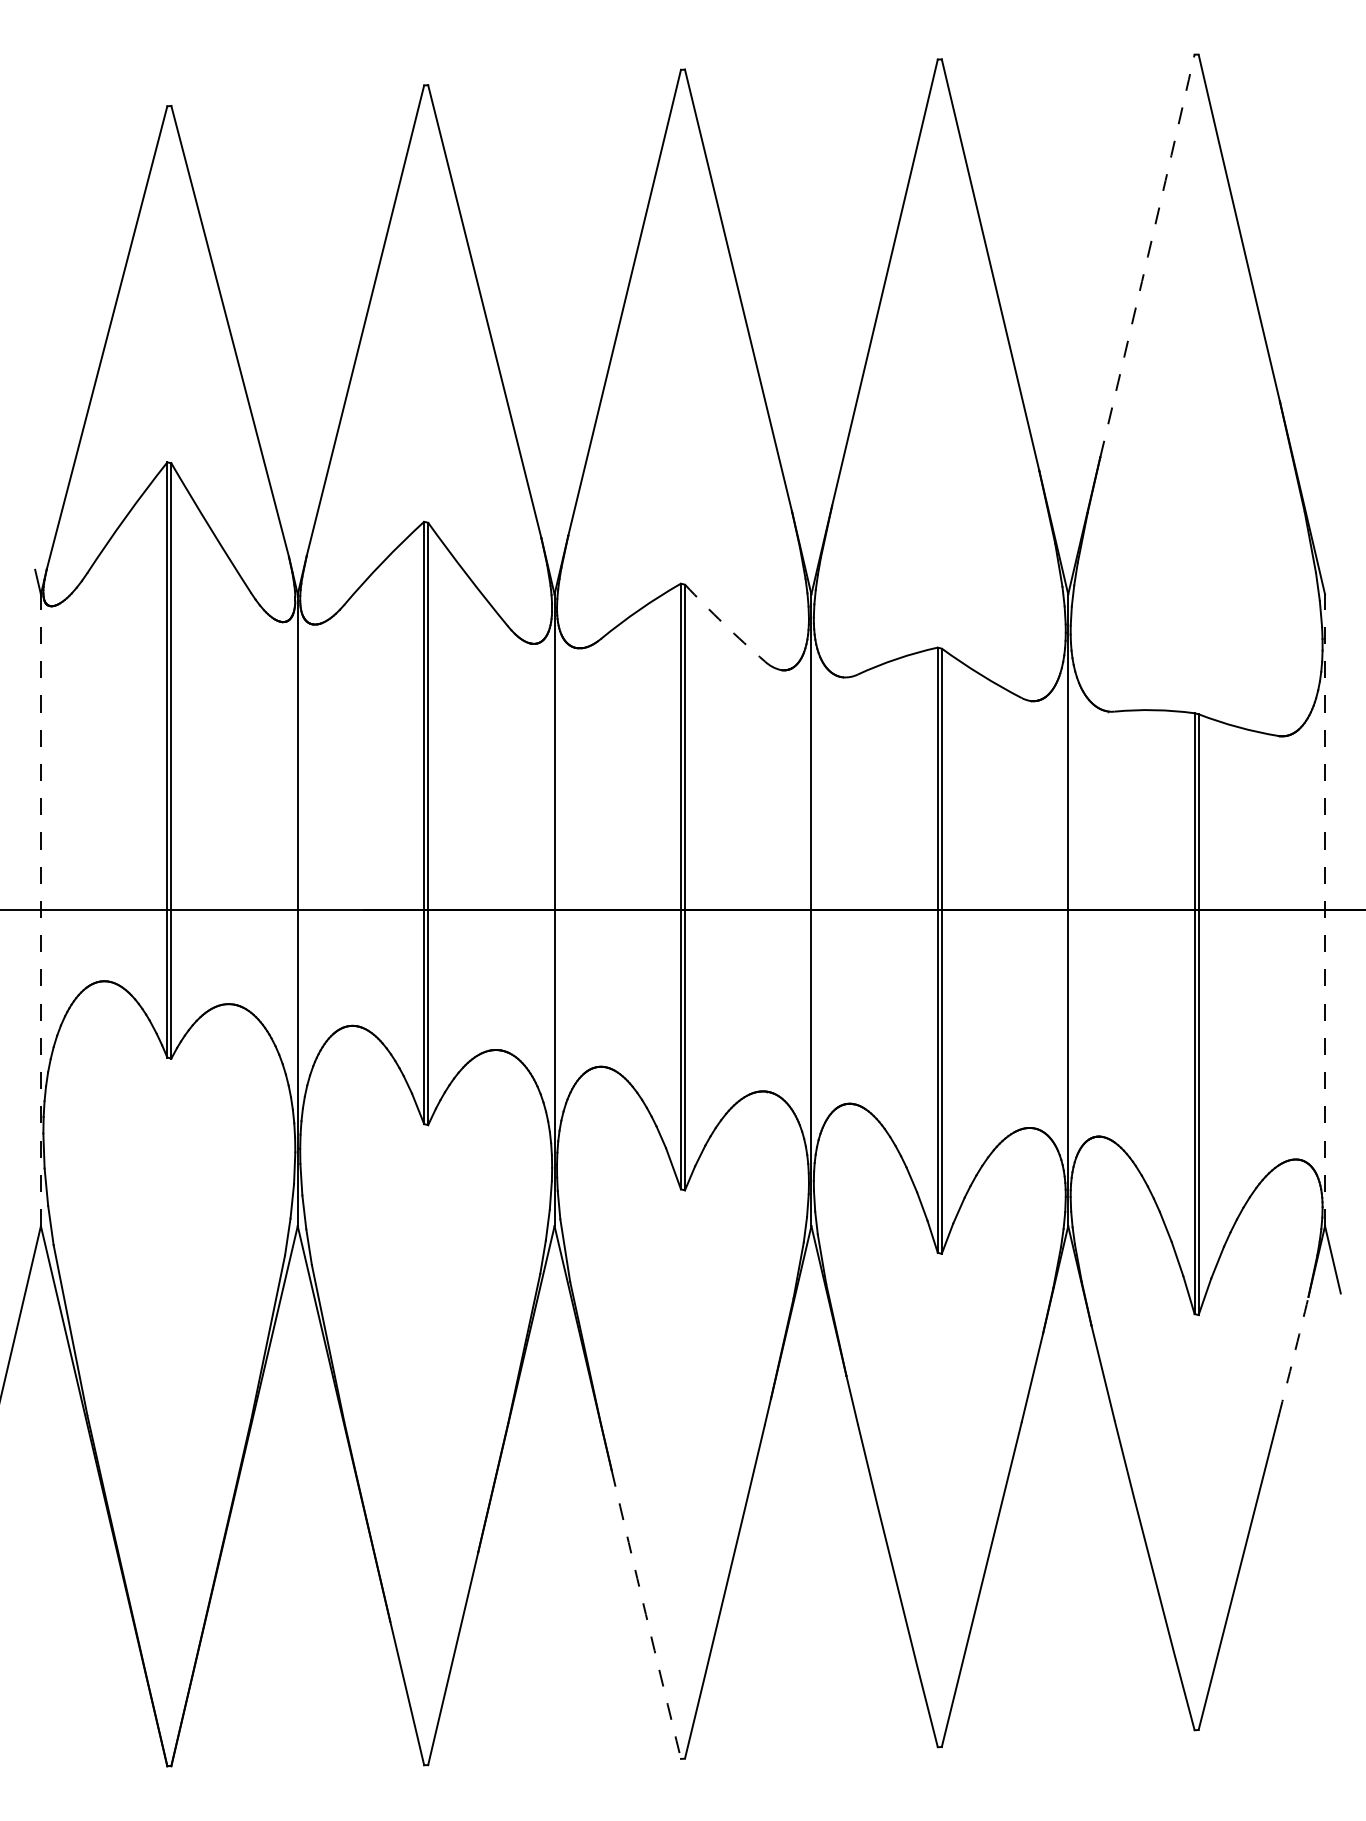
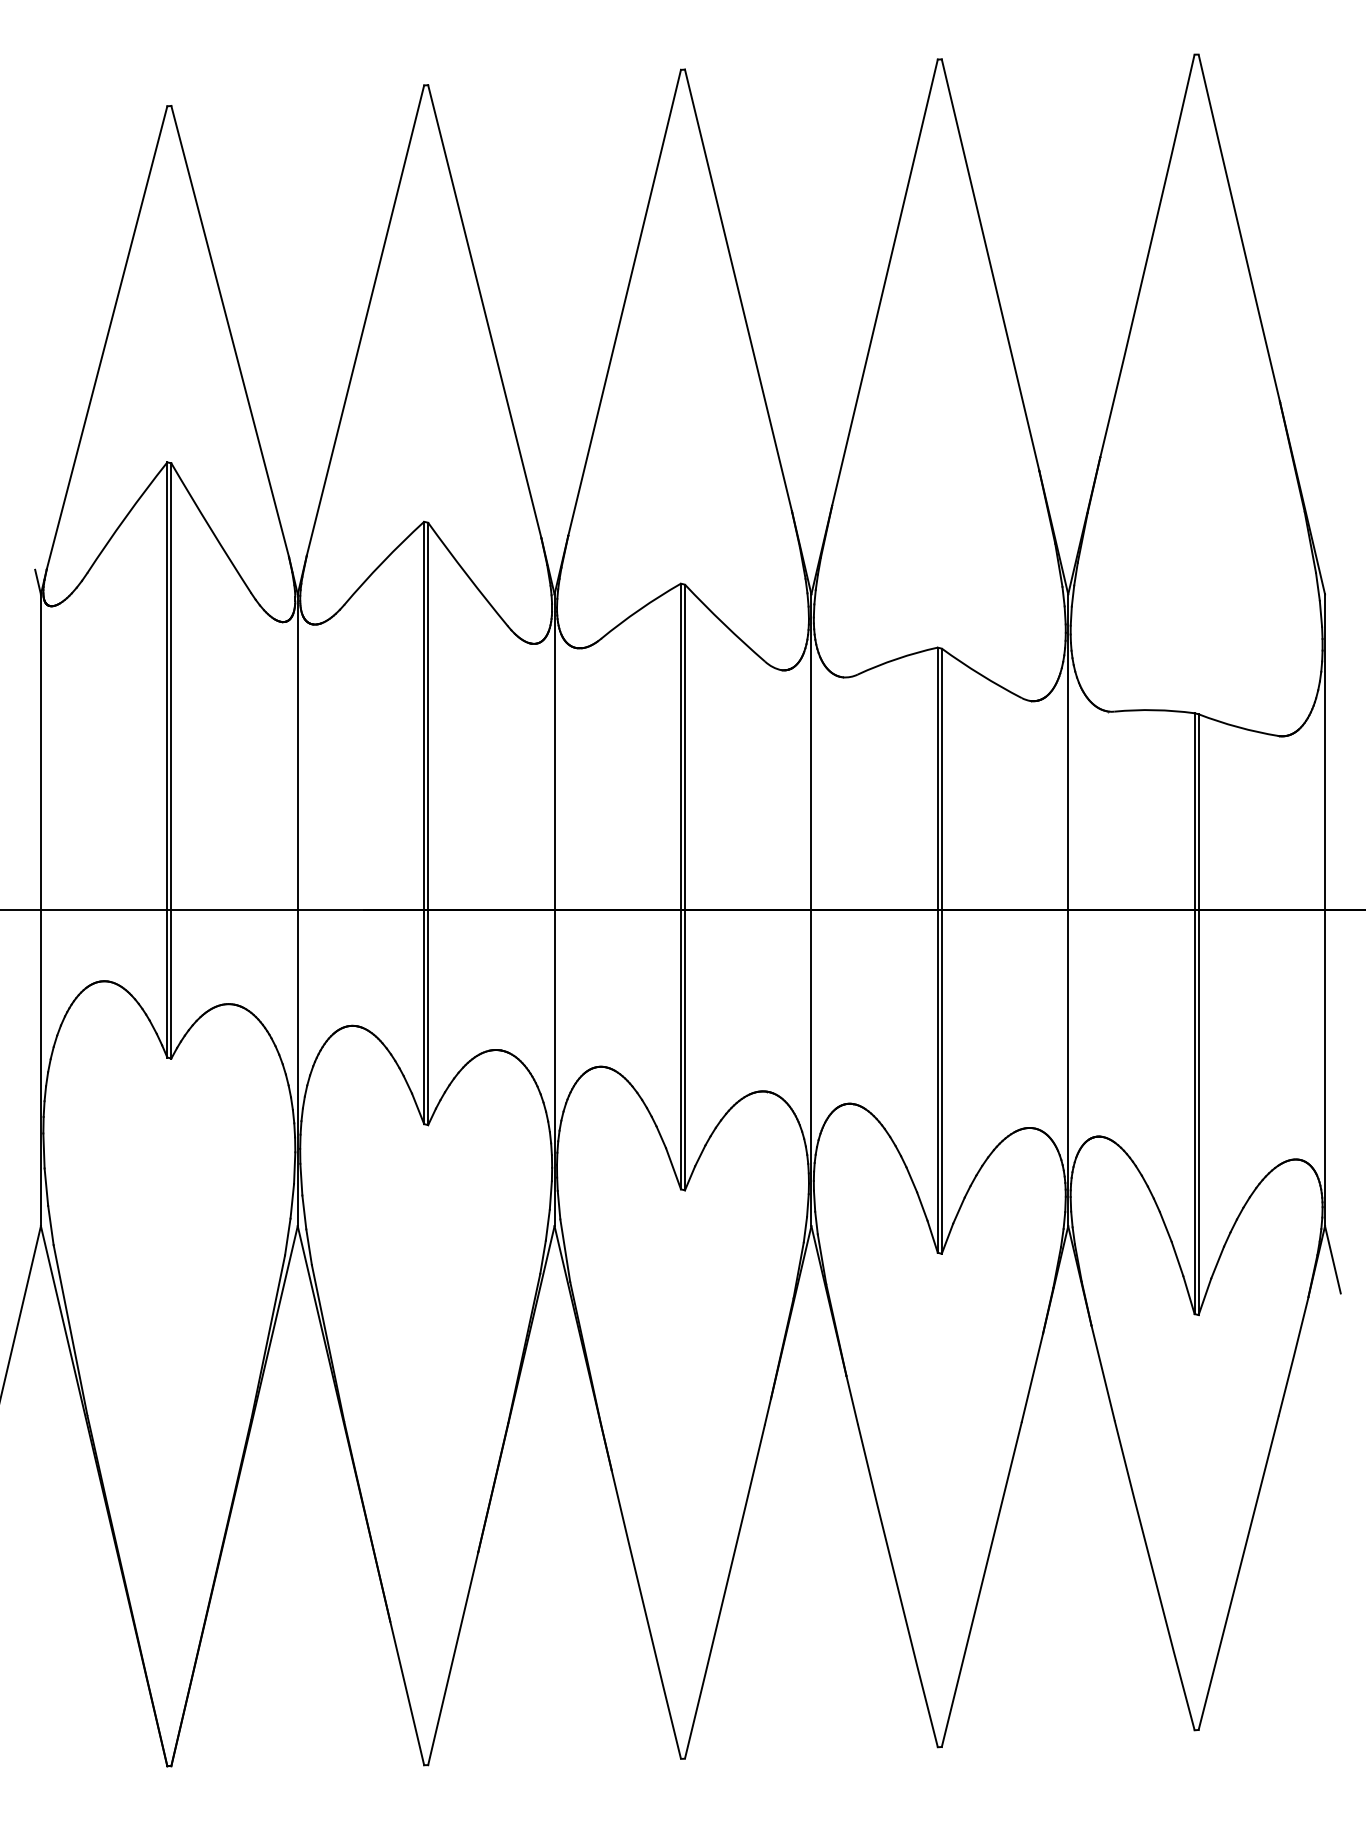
arc at (1147, 256): dashed -> solid
arc at (724, 624): dashed -> solid
line at (40, 910): dashed -> solid
line at (1325, 910): dashed -> solid
arc at (1293, 1356): dashed -> solid
arc at (645, 1614): dashed -> solid
